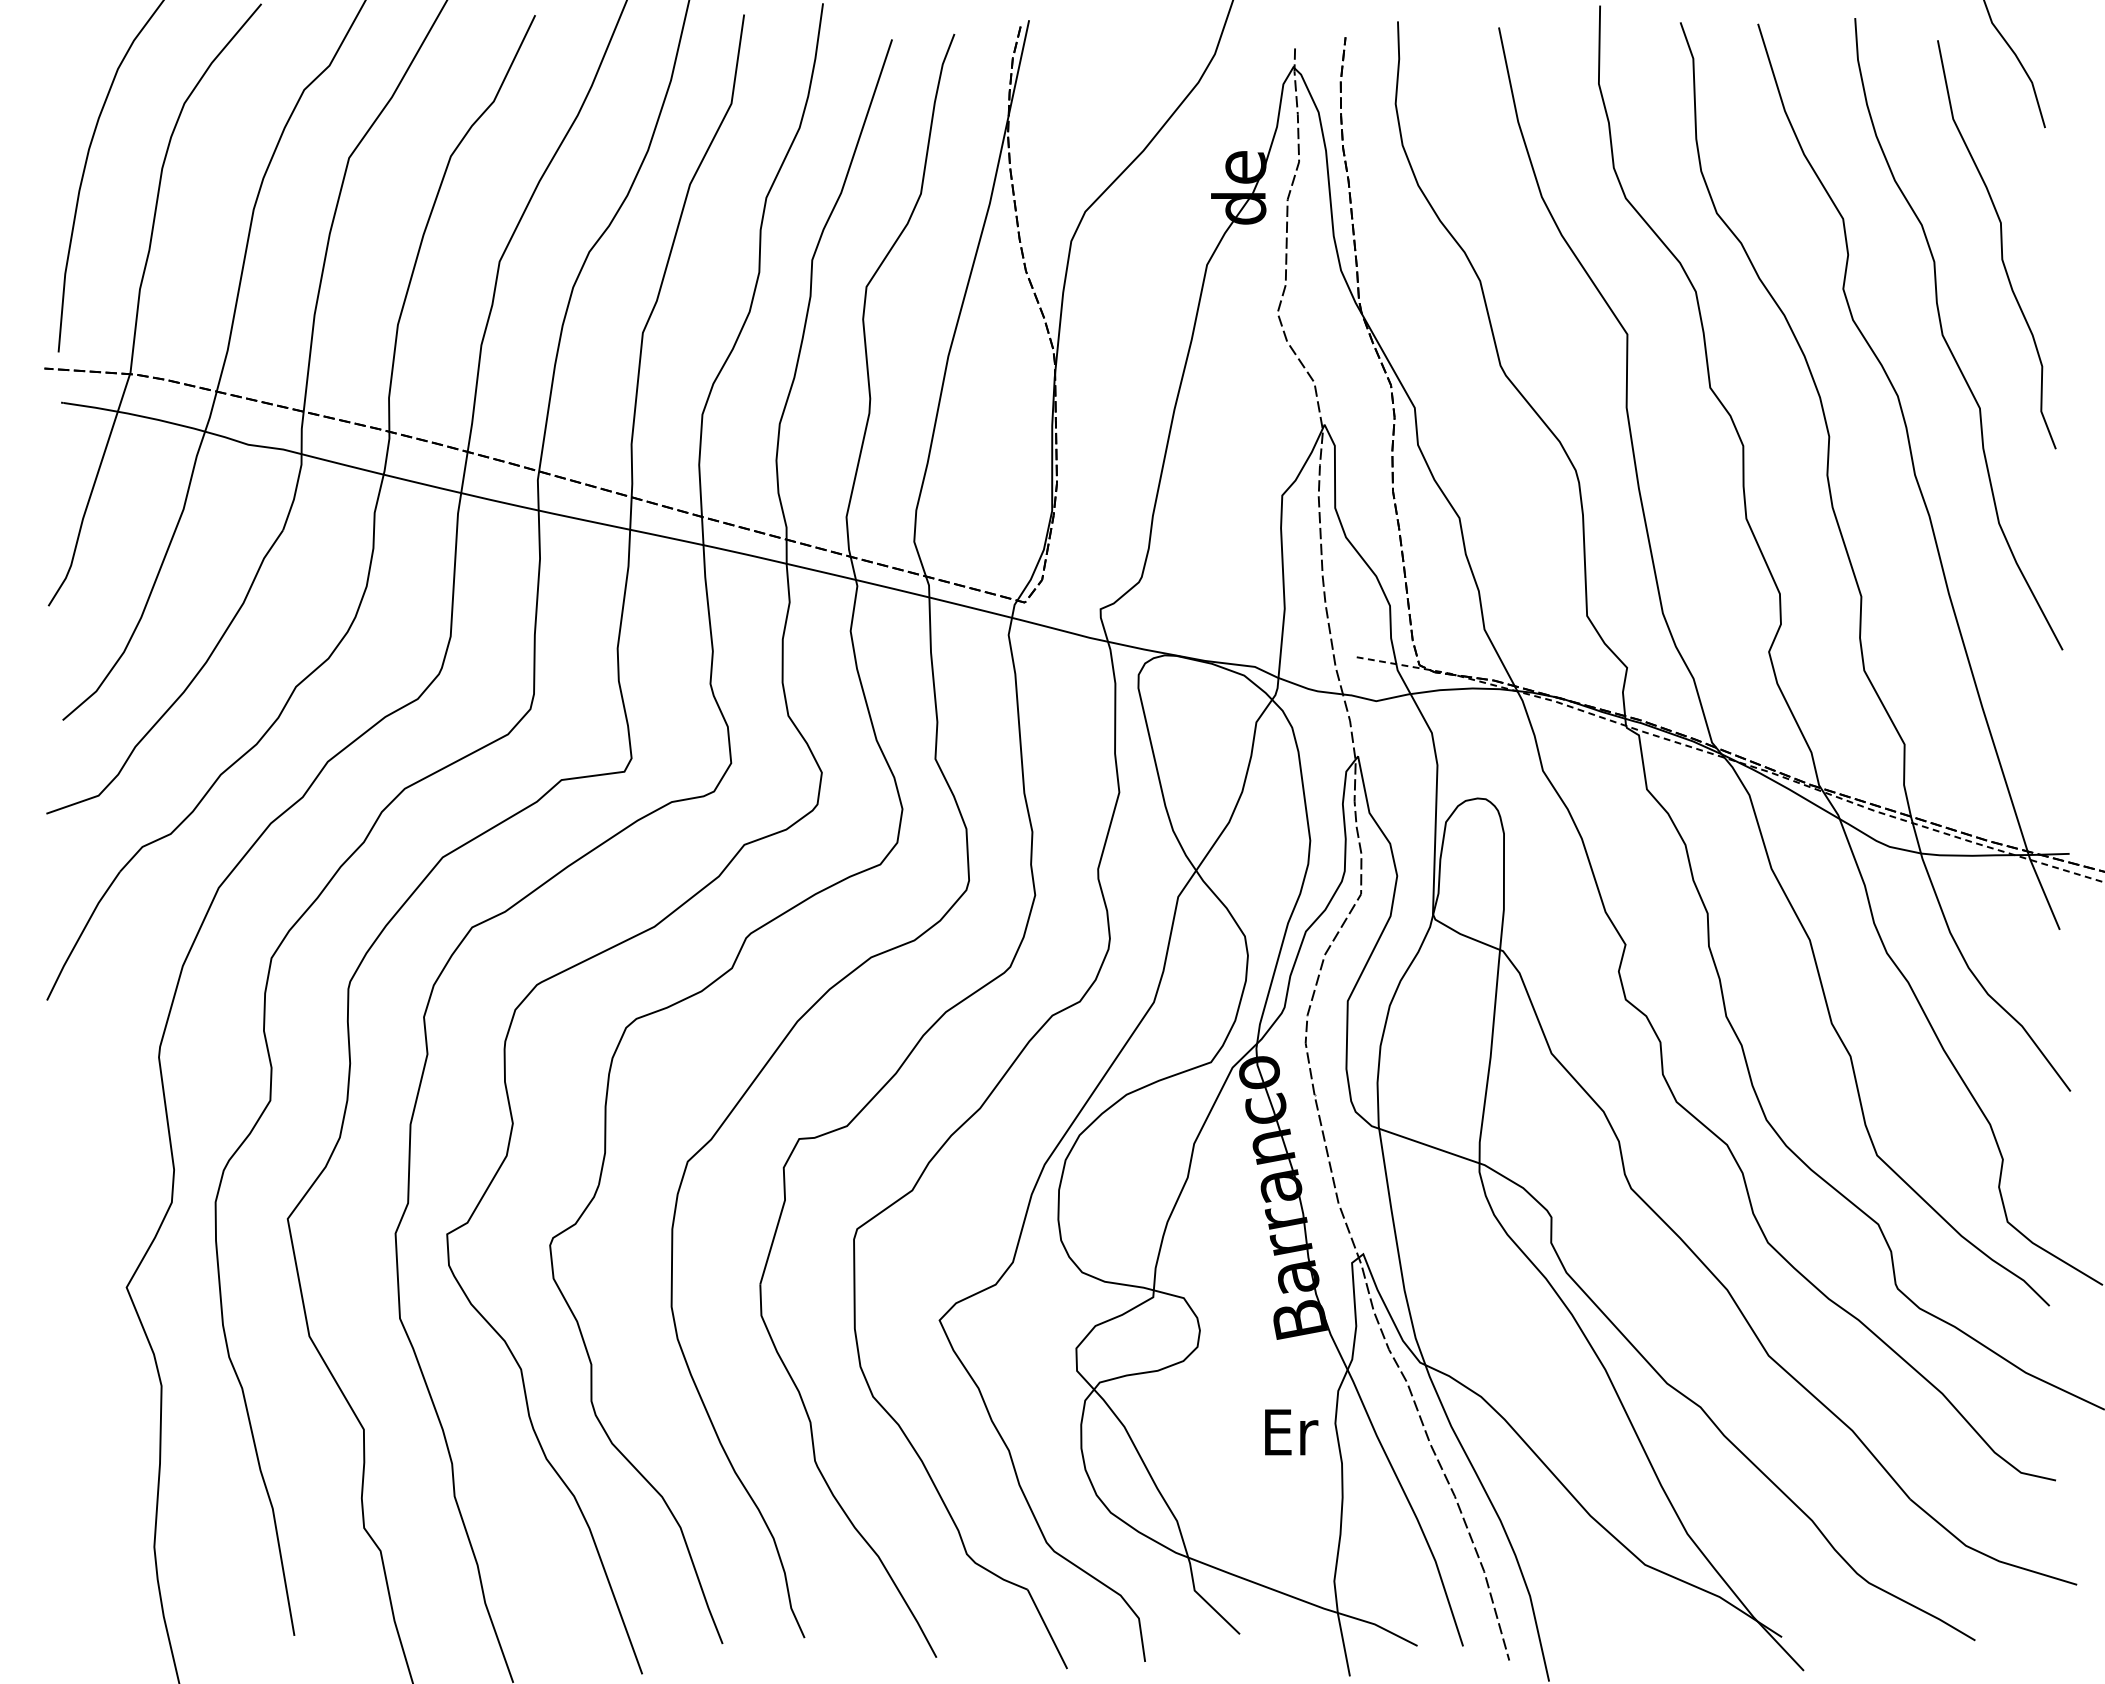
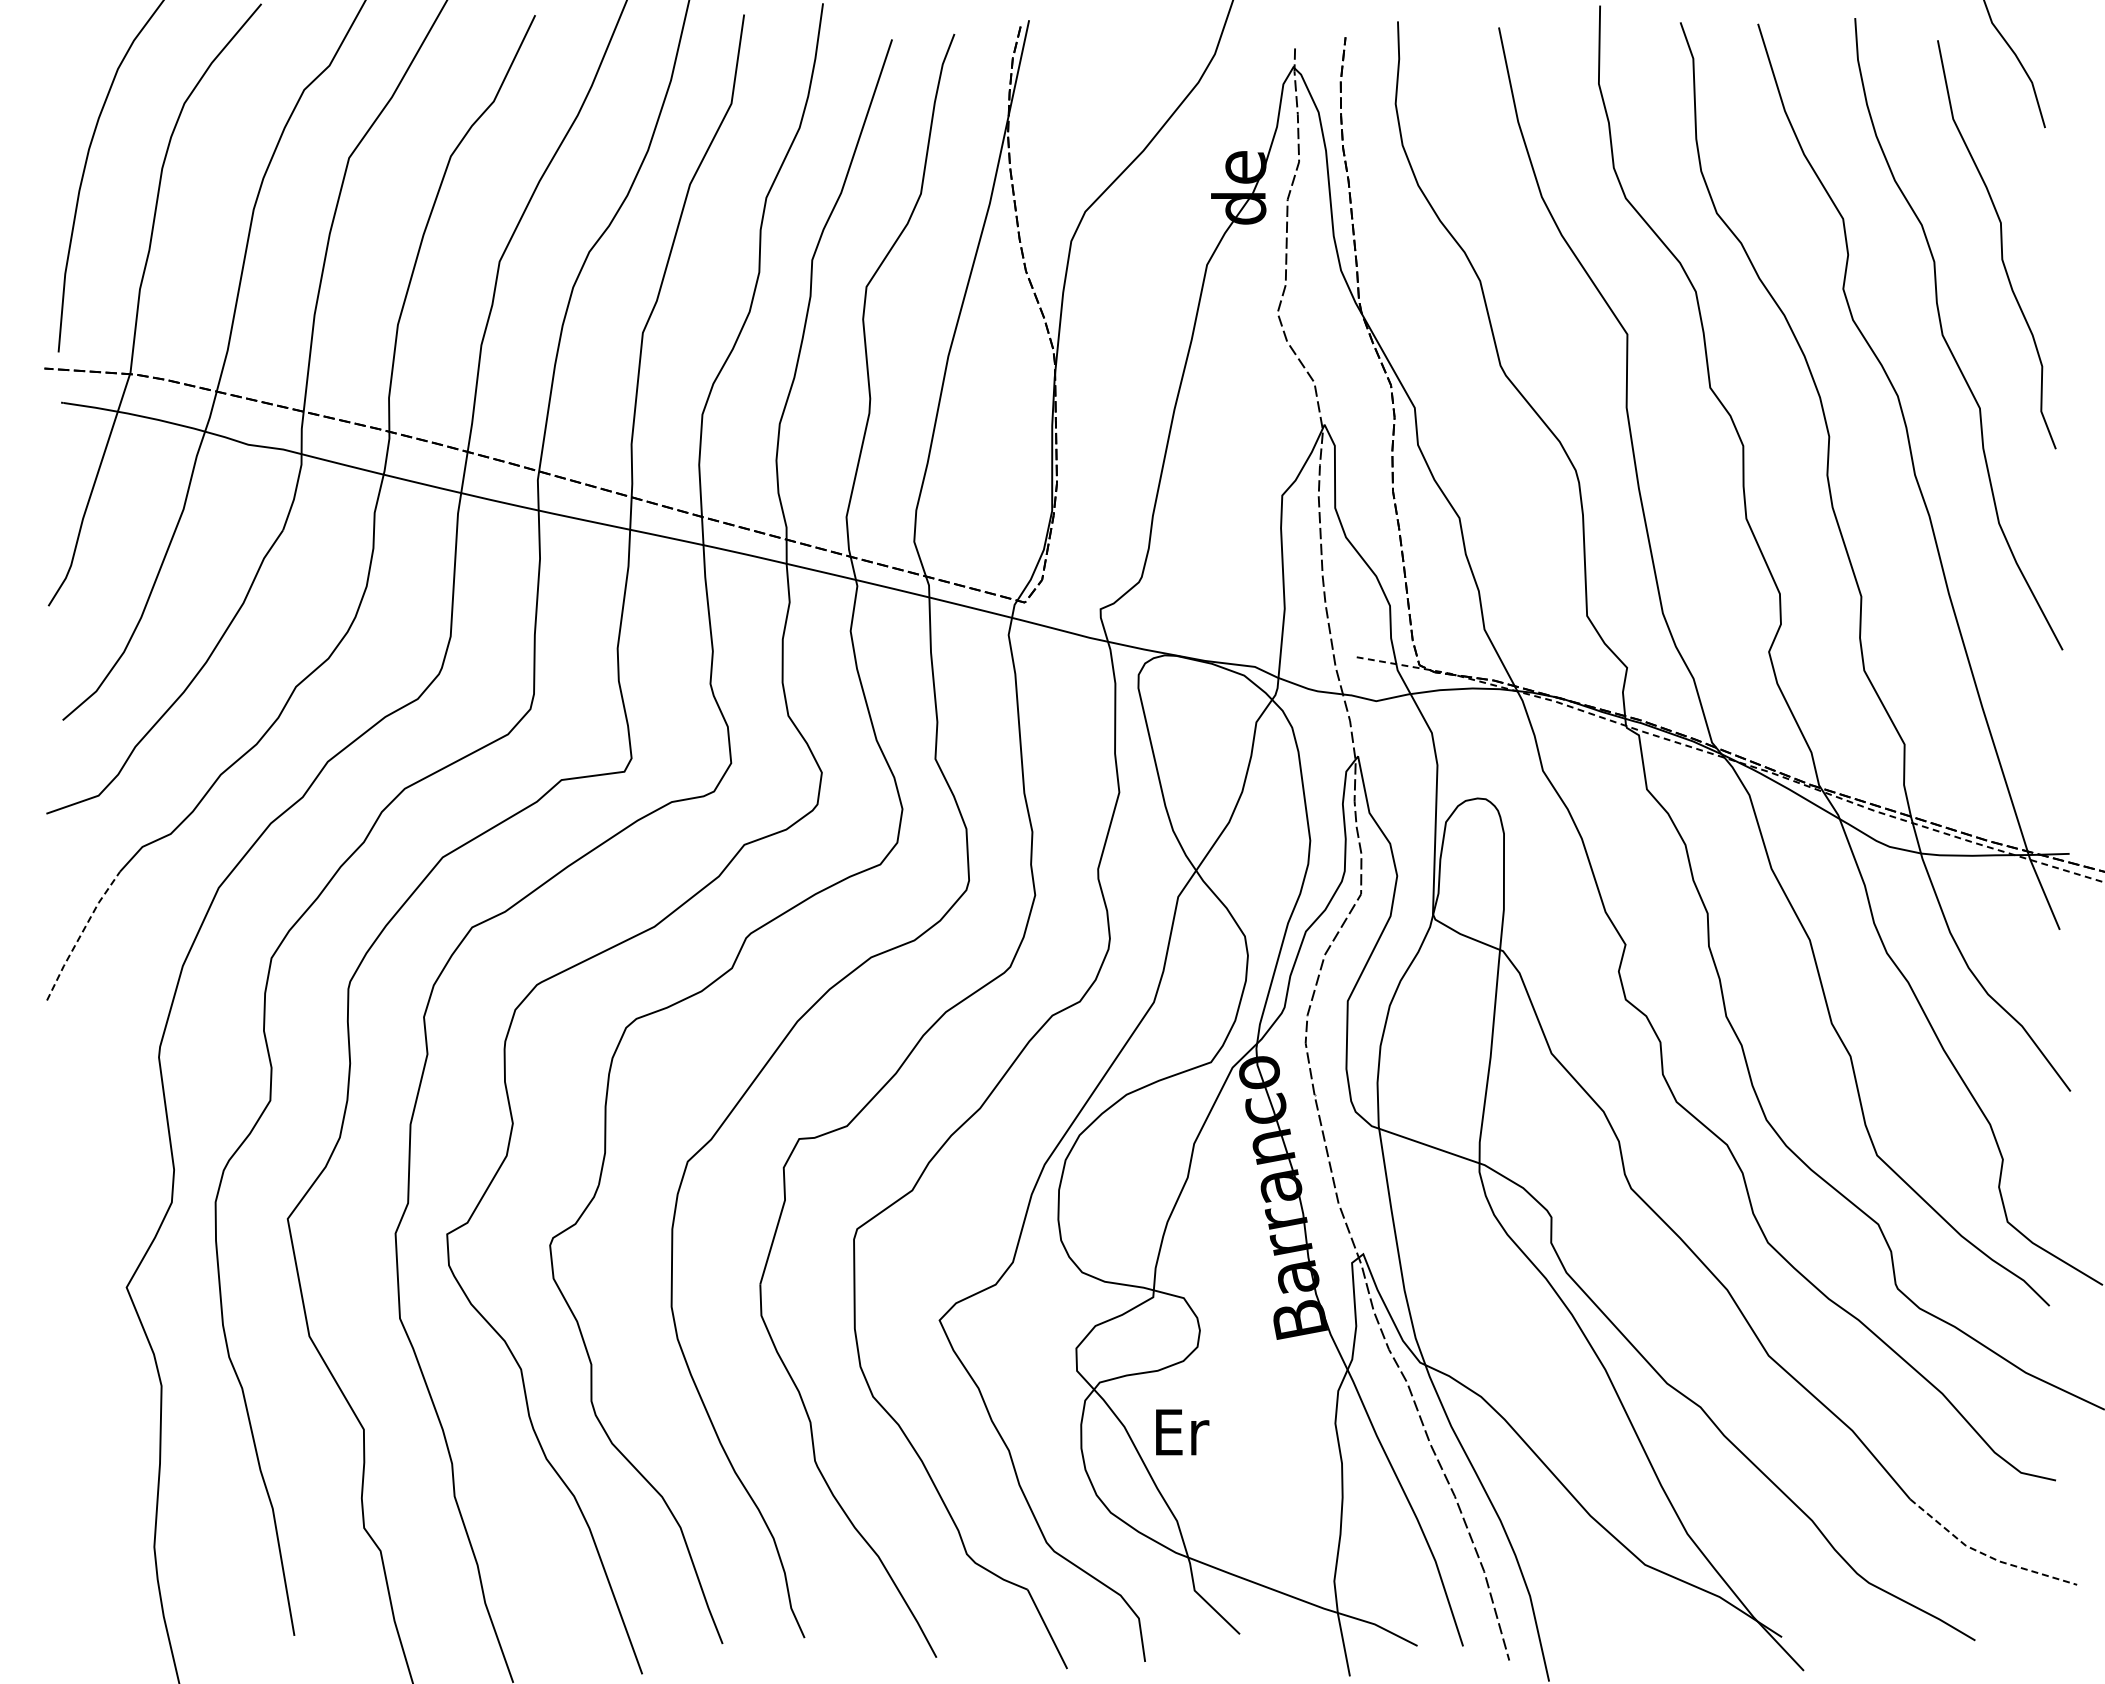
line at (81, 934): solid -> dashed
text at (1291, 1432) position: (1291, 1432) -> (1182, 1432)
line at (1986, 1555): solid -> dashed
